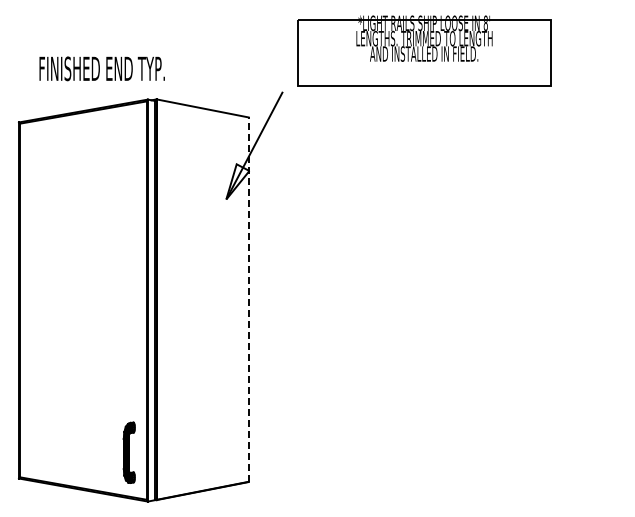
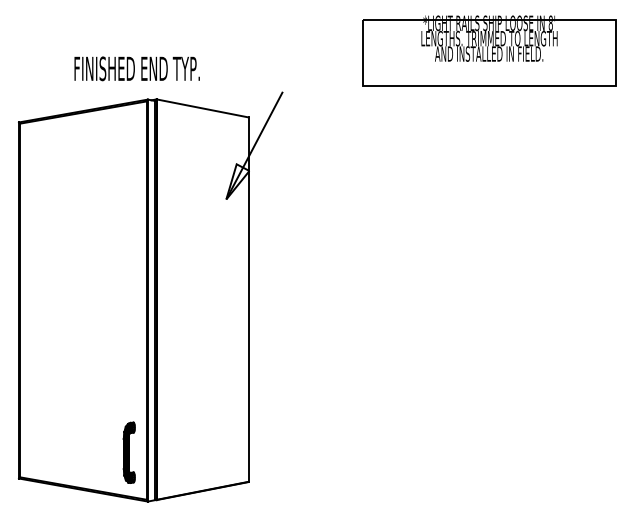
part at (424, 50) position: (424, 50) -> (489, 50)
text at (101, 68) position: (101, 68) -> (136, 68)
line at (248, 299): dashed -> solid
